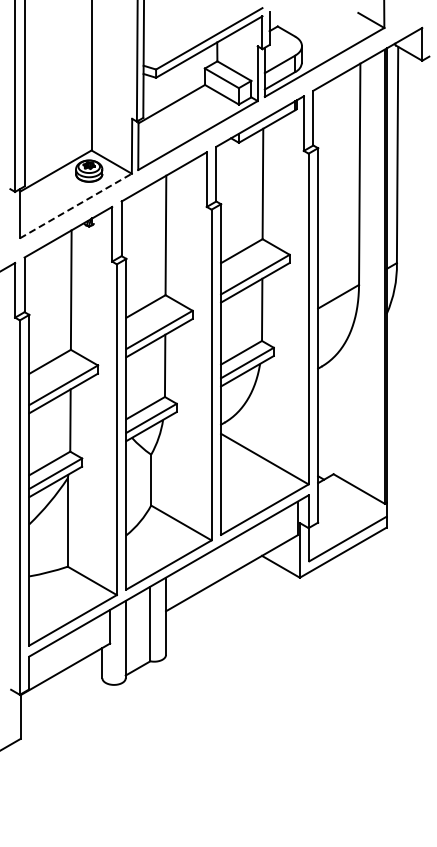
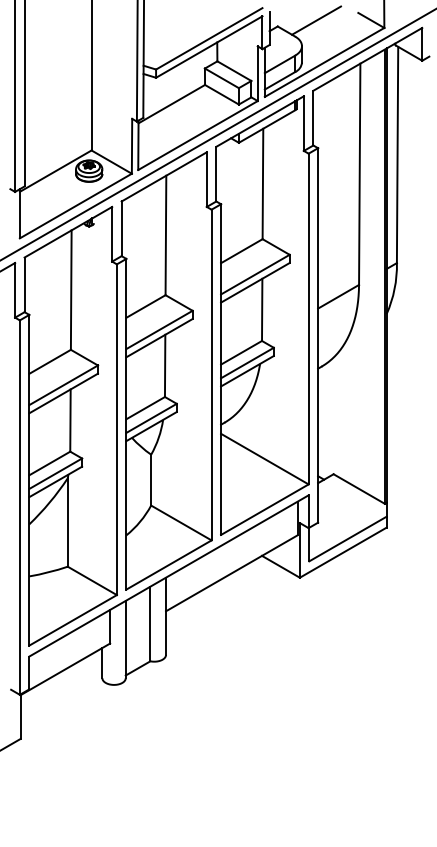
line at (316, 20): none -> present
line at (217, 134): none -> present
line at (75, 206): dashed -> solid
